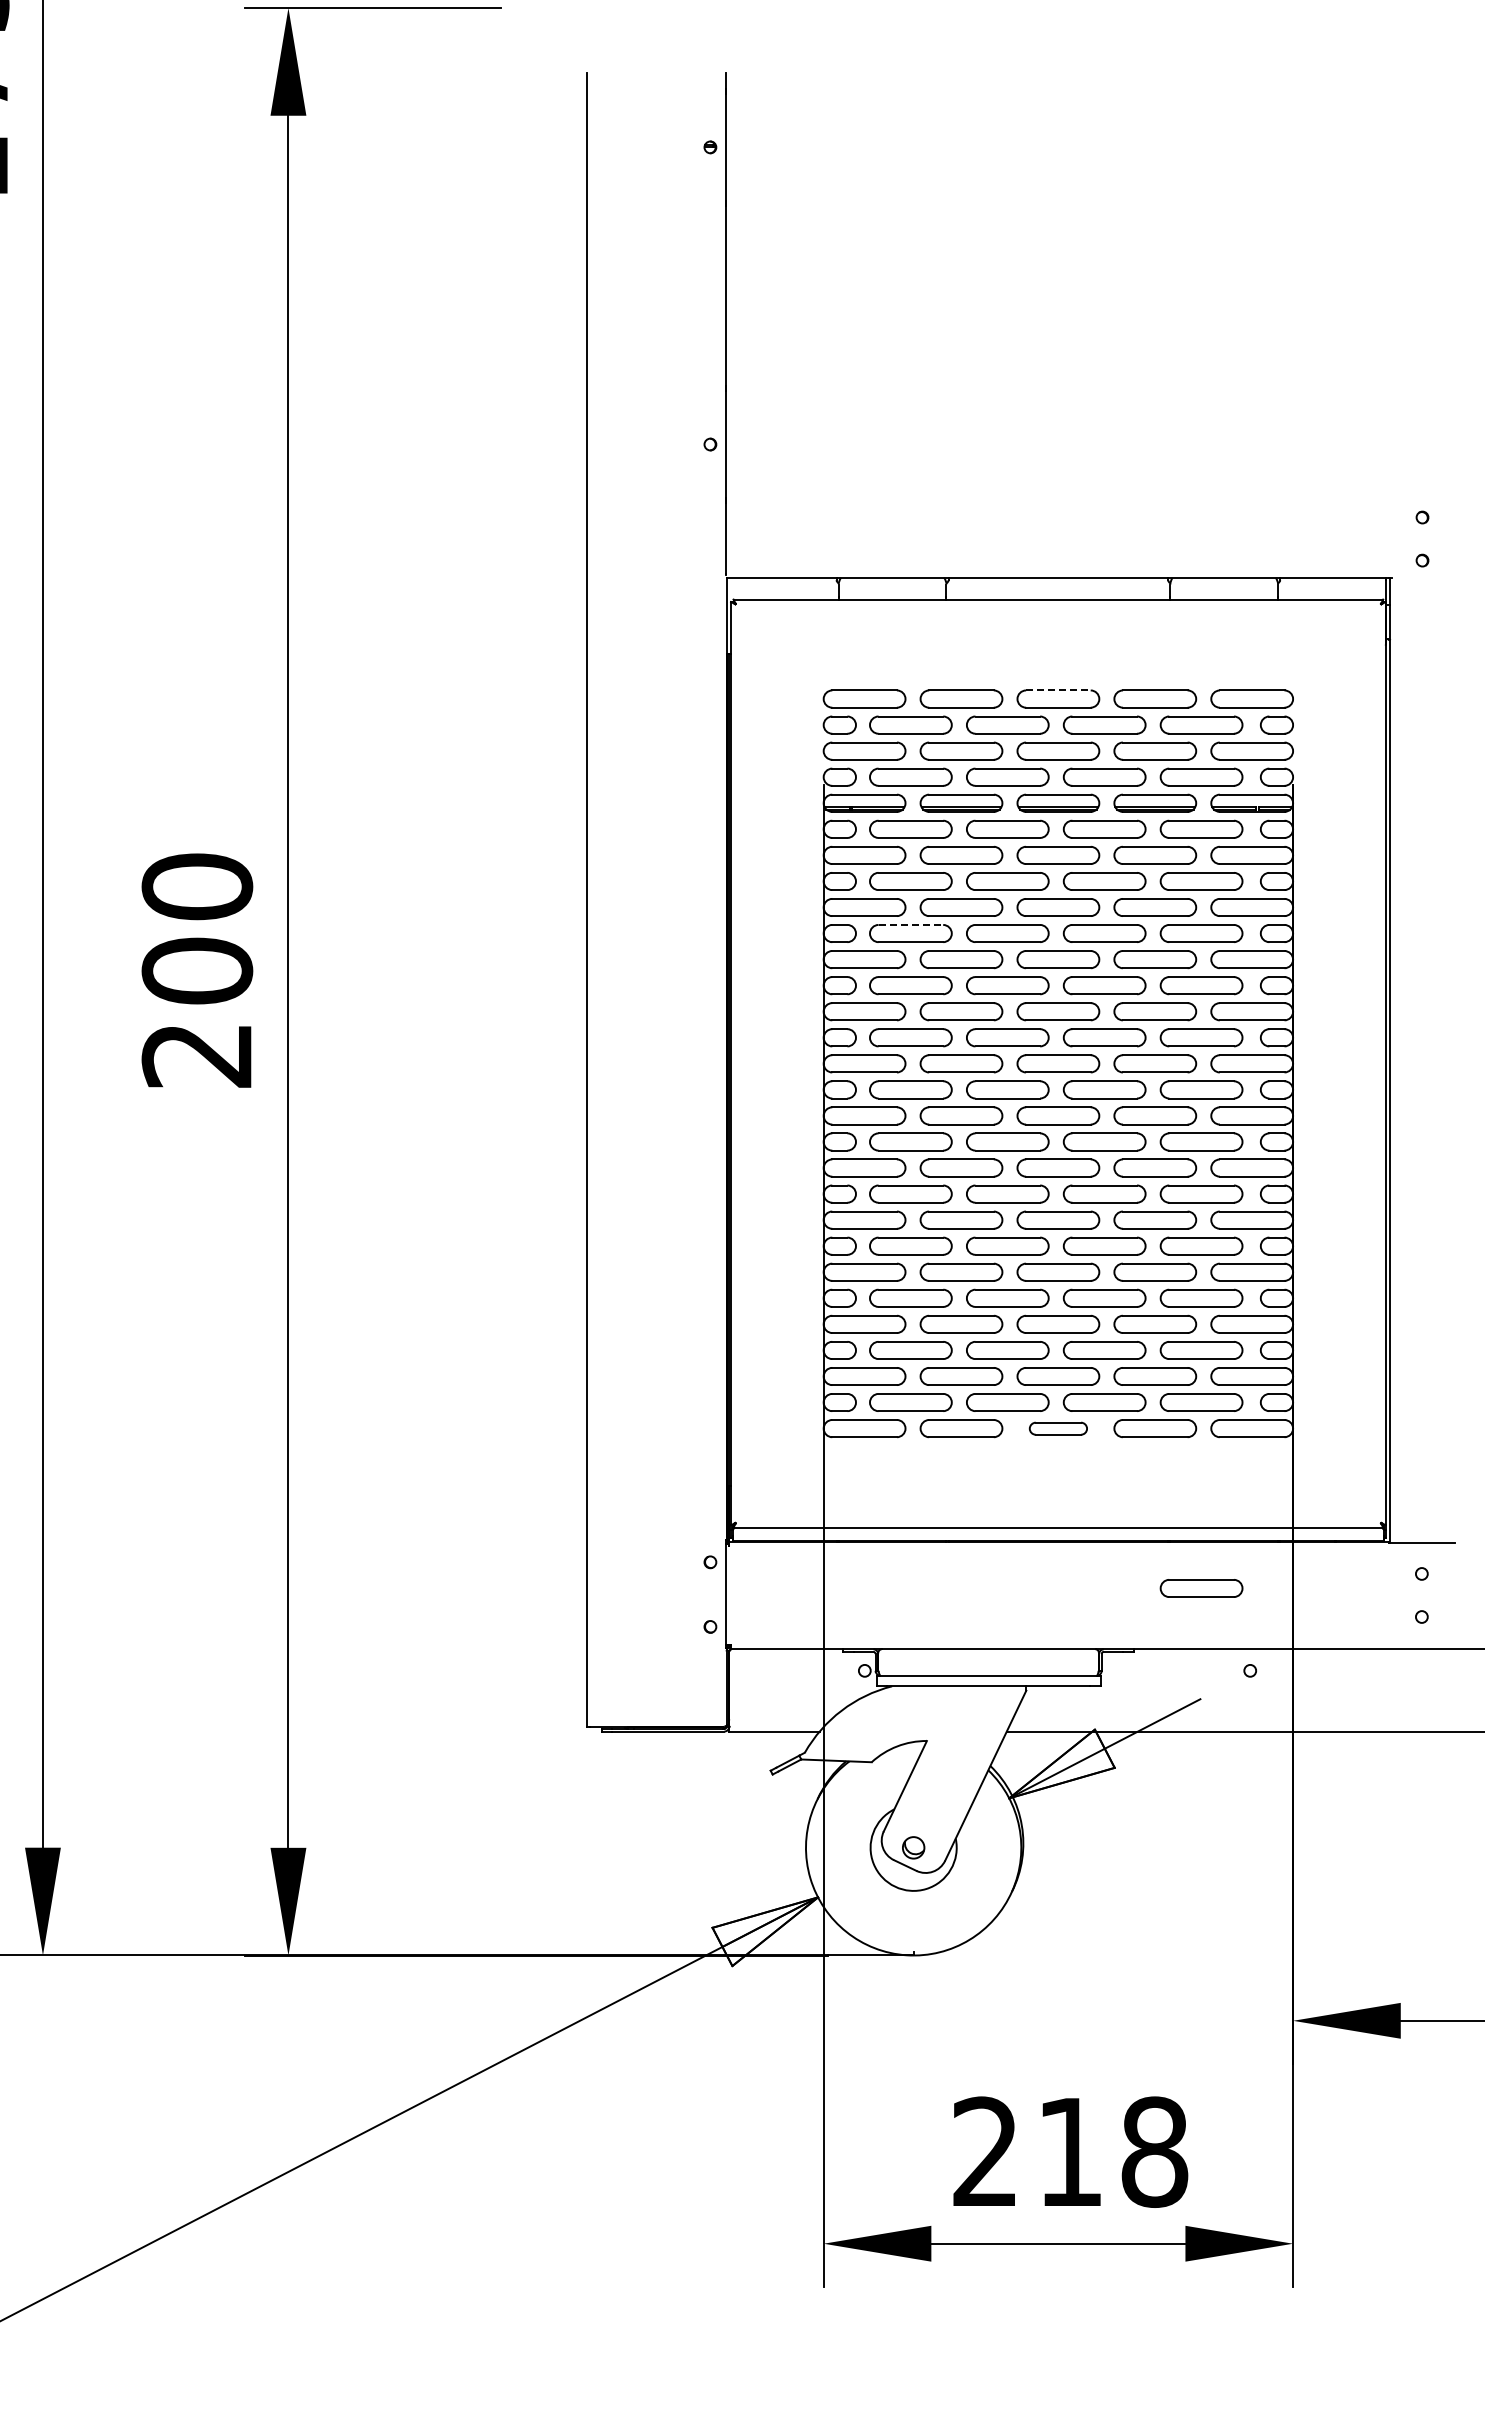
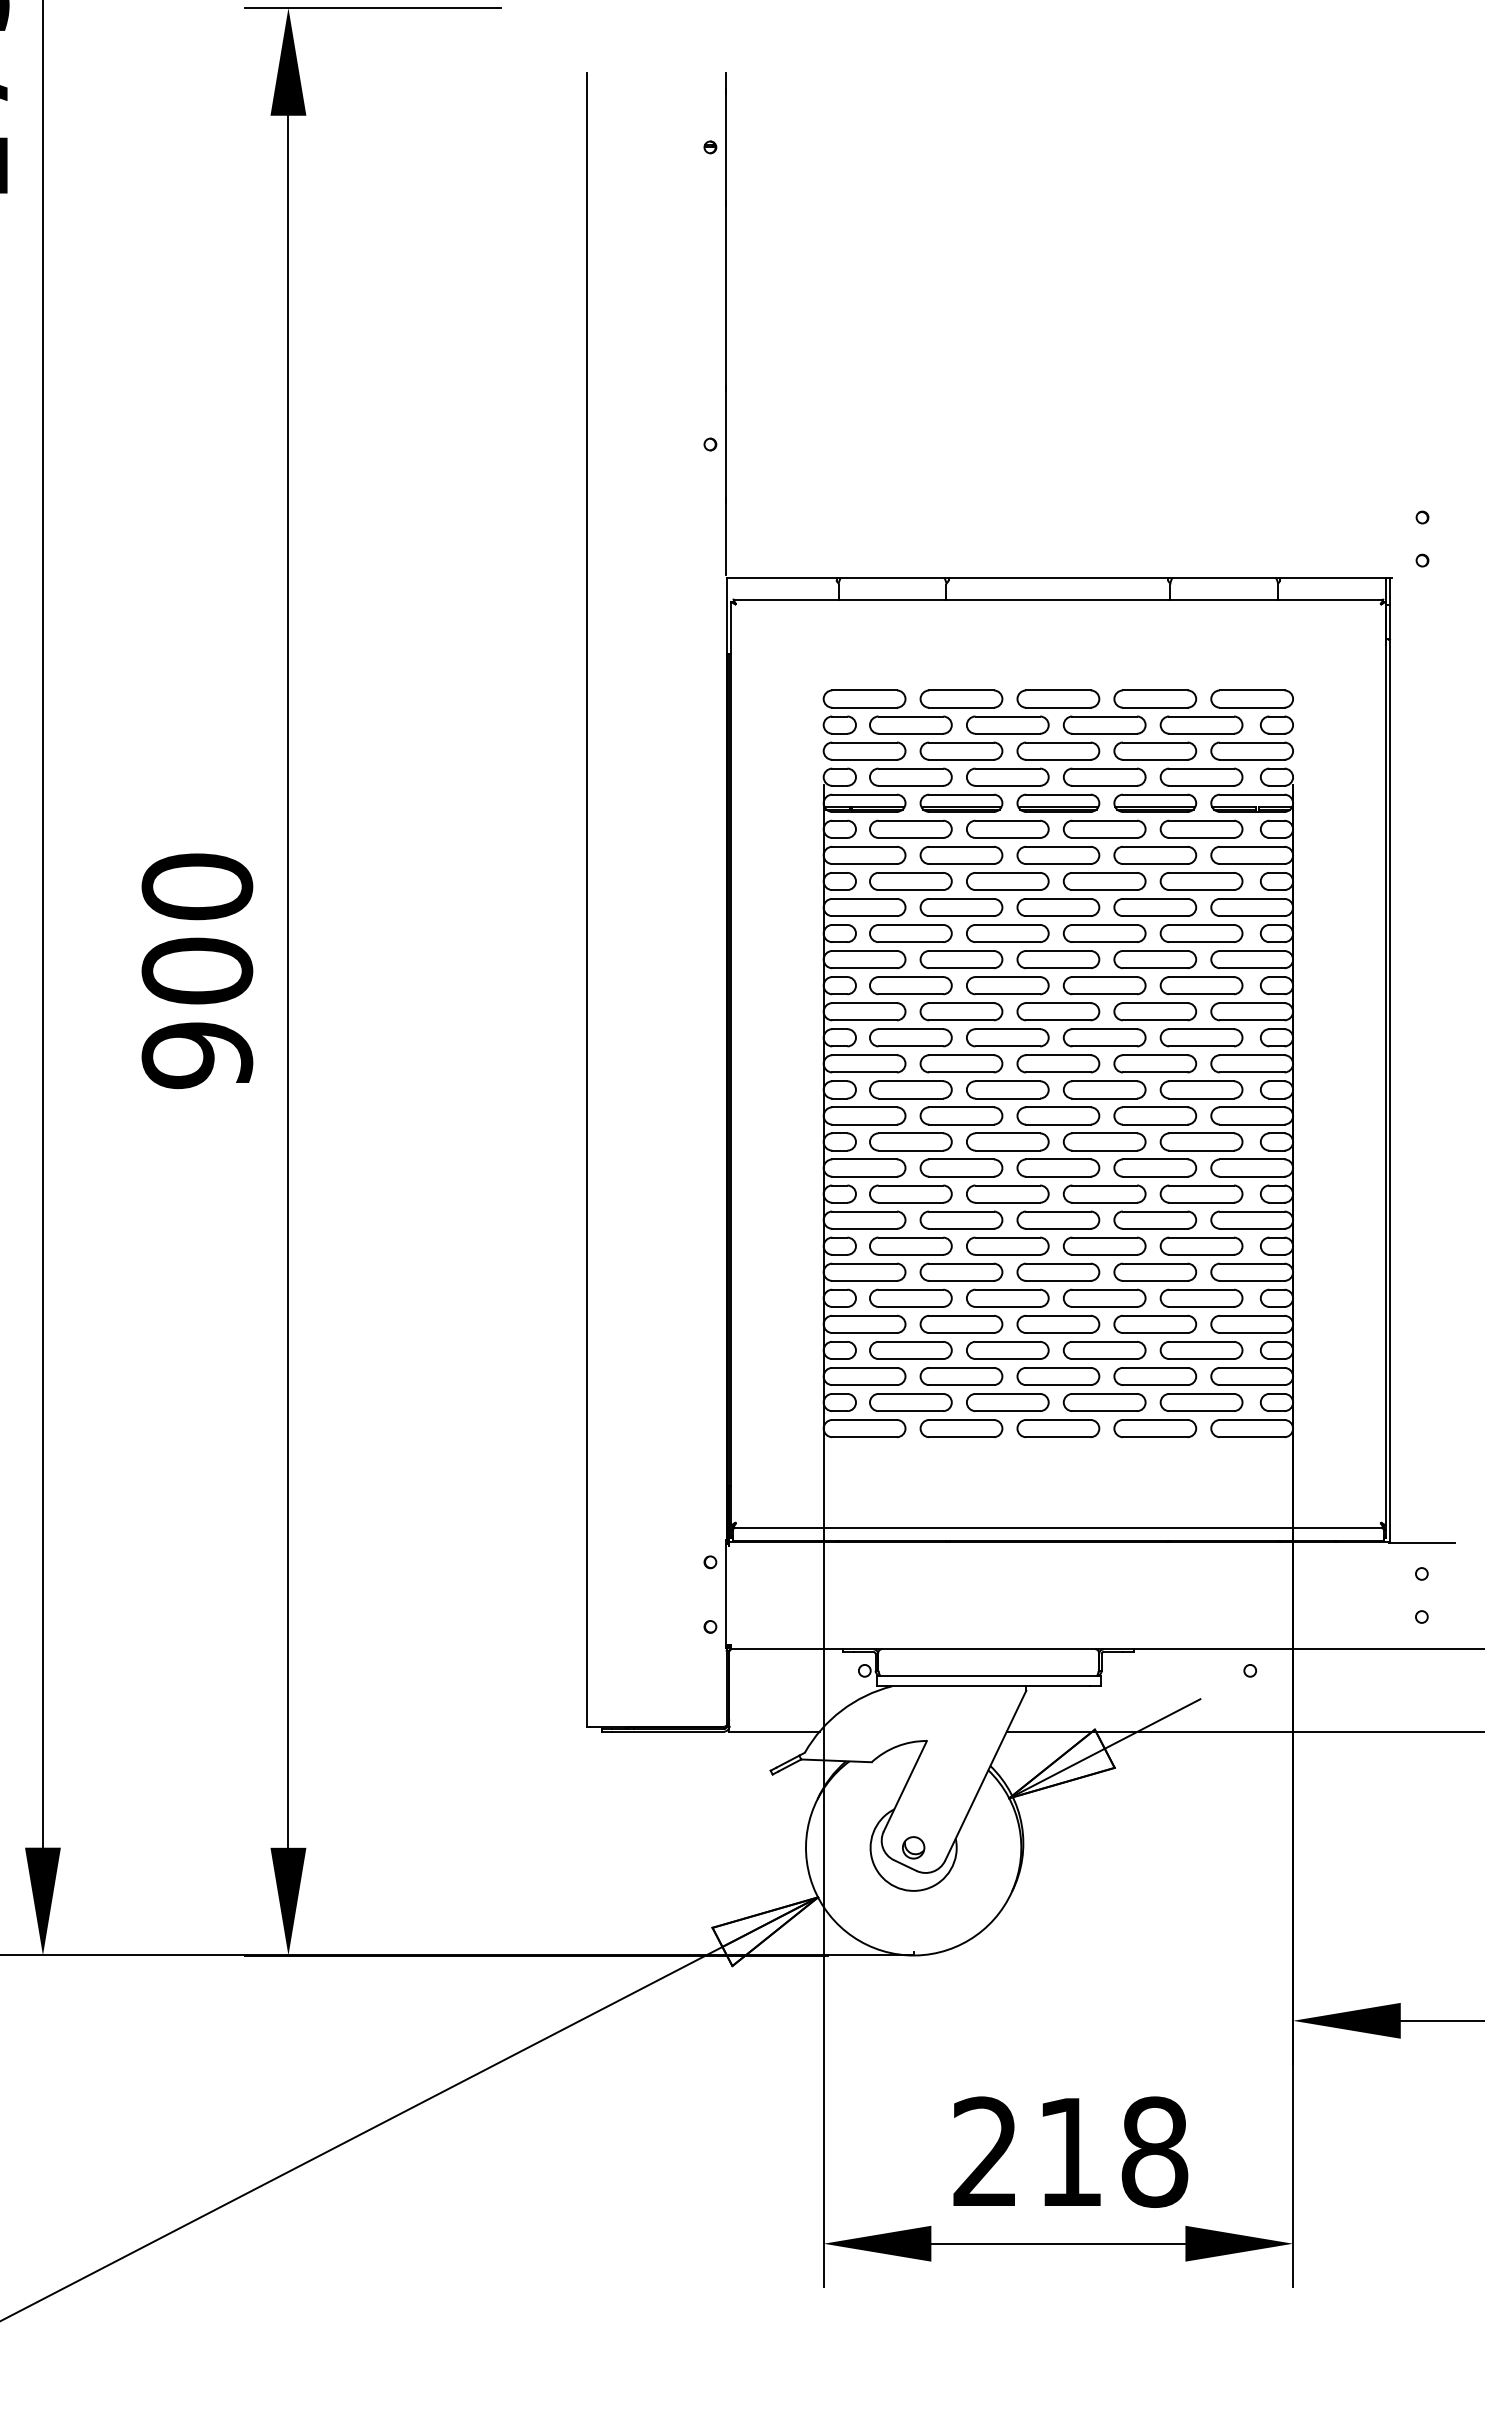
line at (1058, 690): dashed -> solid
line at (911, 924): dashed -> solid
text at (197, 1055): 200 -> 900
part at (1057, 1428) size: 60x15 px -> 85x20 px
part at (1201, 1588): present -> none
